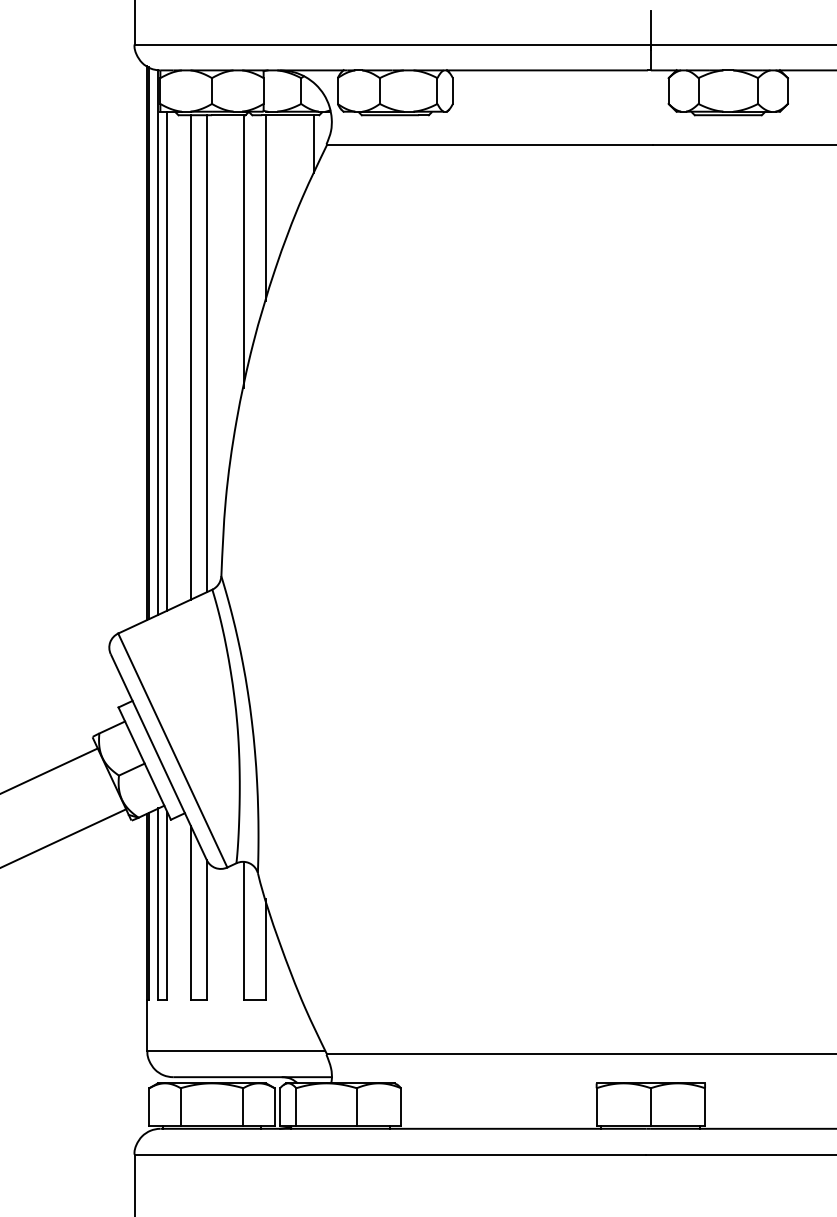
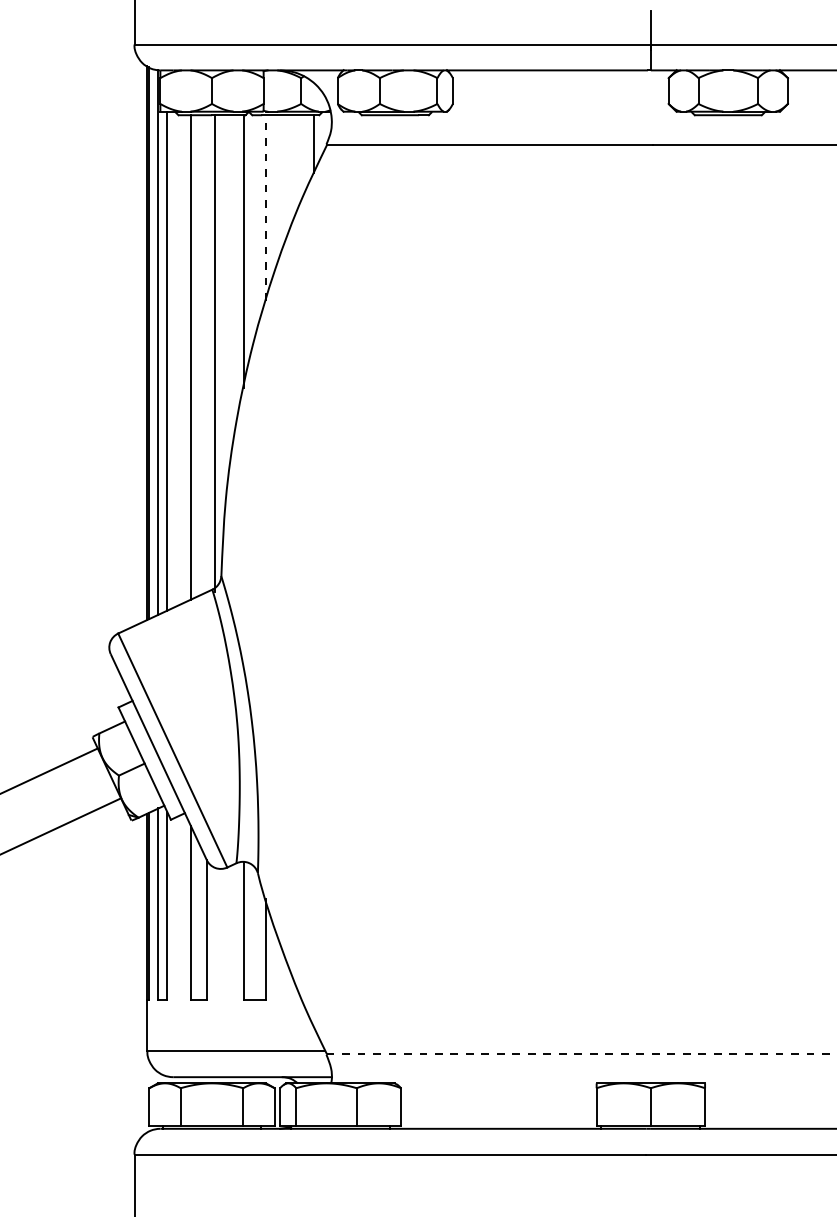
line at (265, 208): solid -> dashed
line at (206, 353) position: (206, 353) -> (214, 353)
line at (64, 837) position: (64, 837) -> (61, 825)
line at (581, 1054): solid -> dashed
